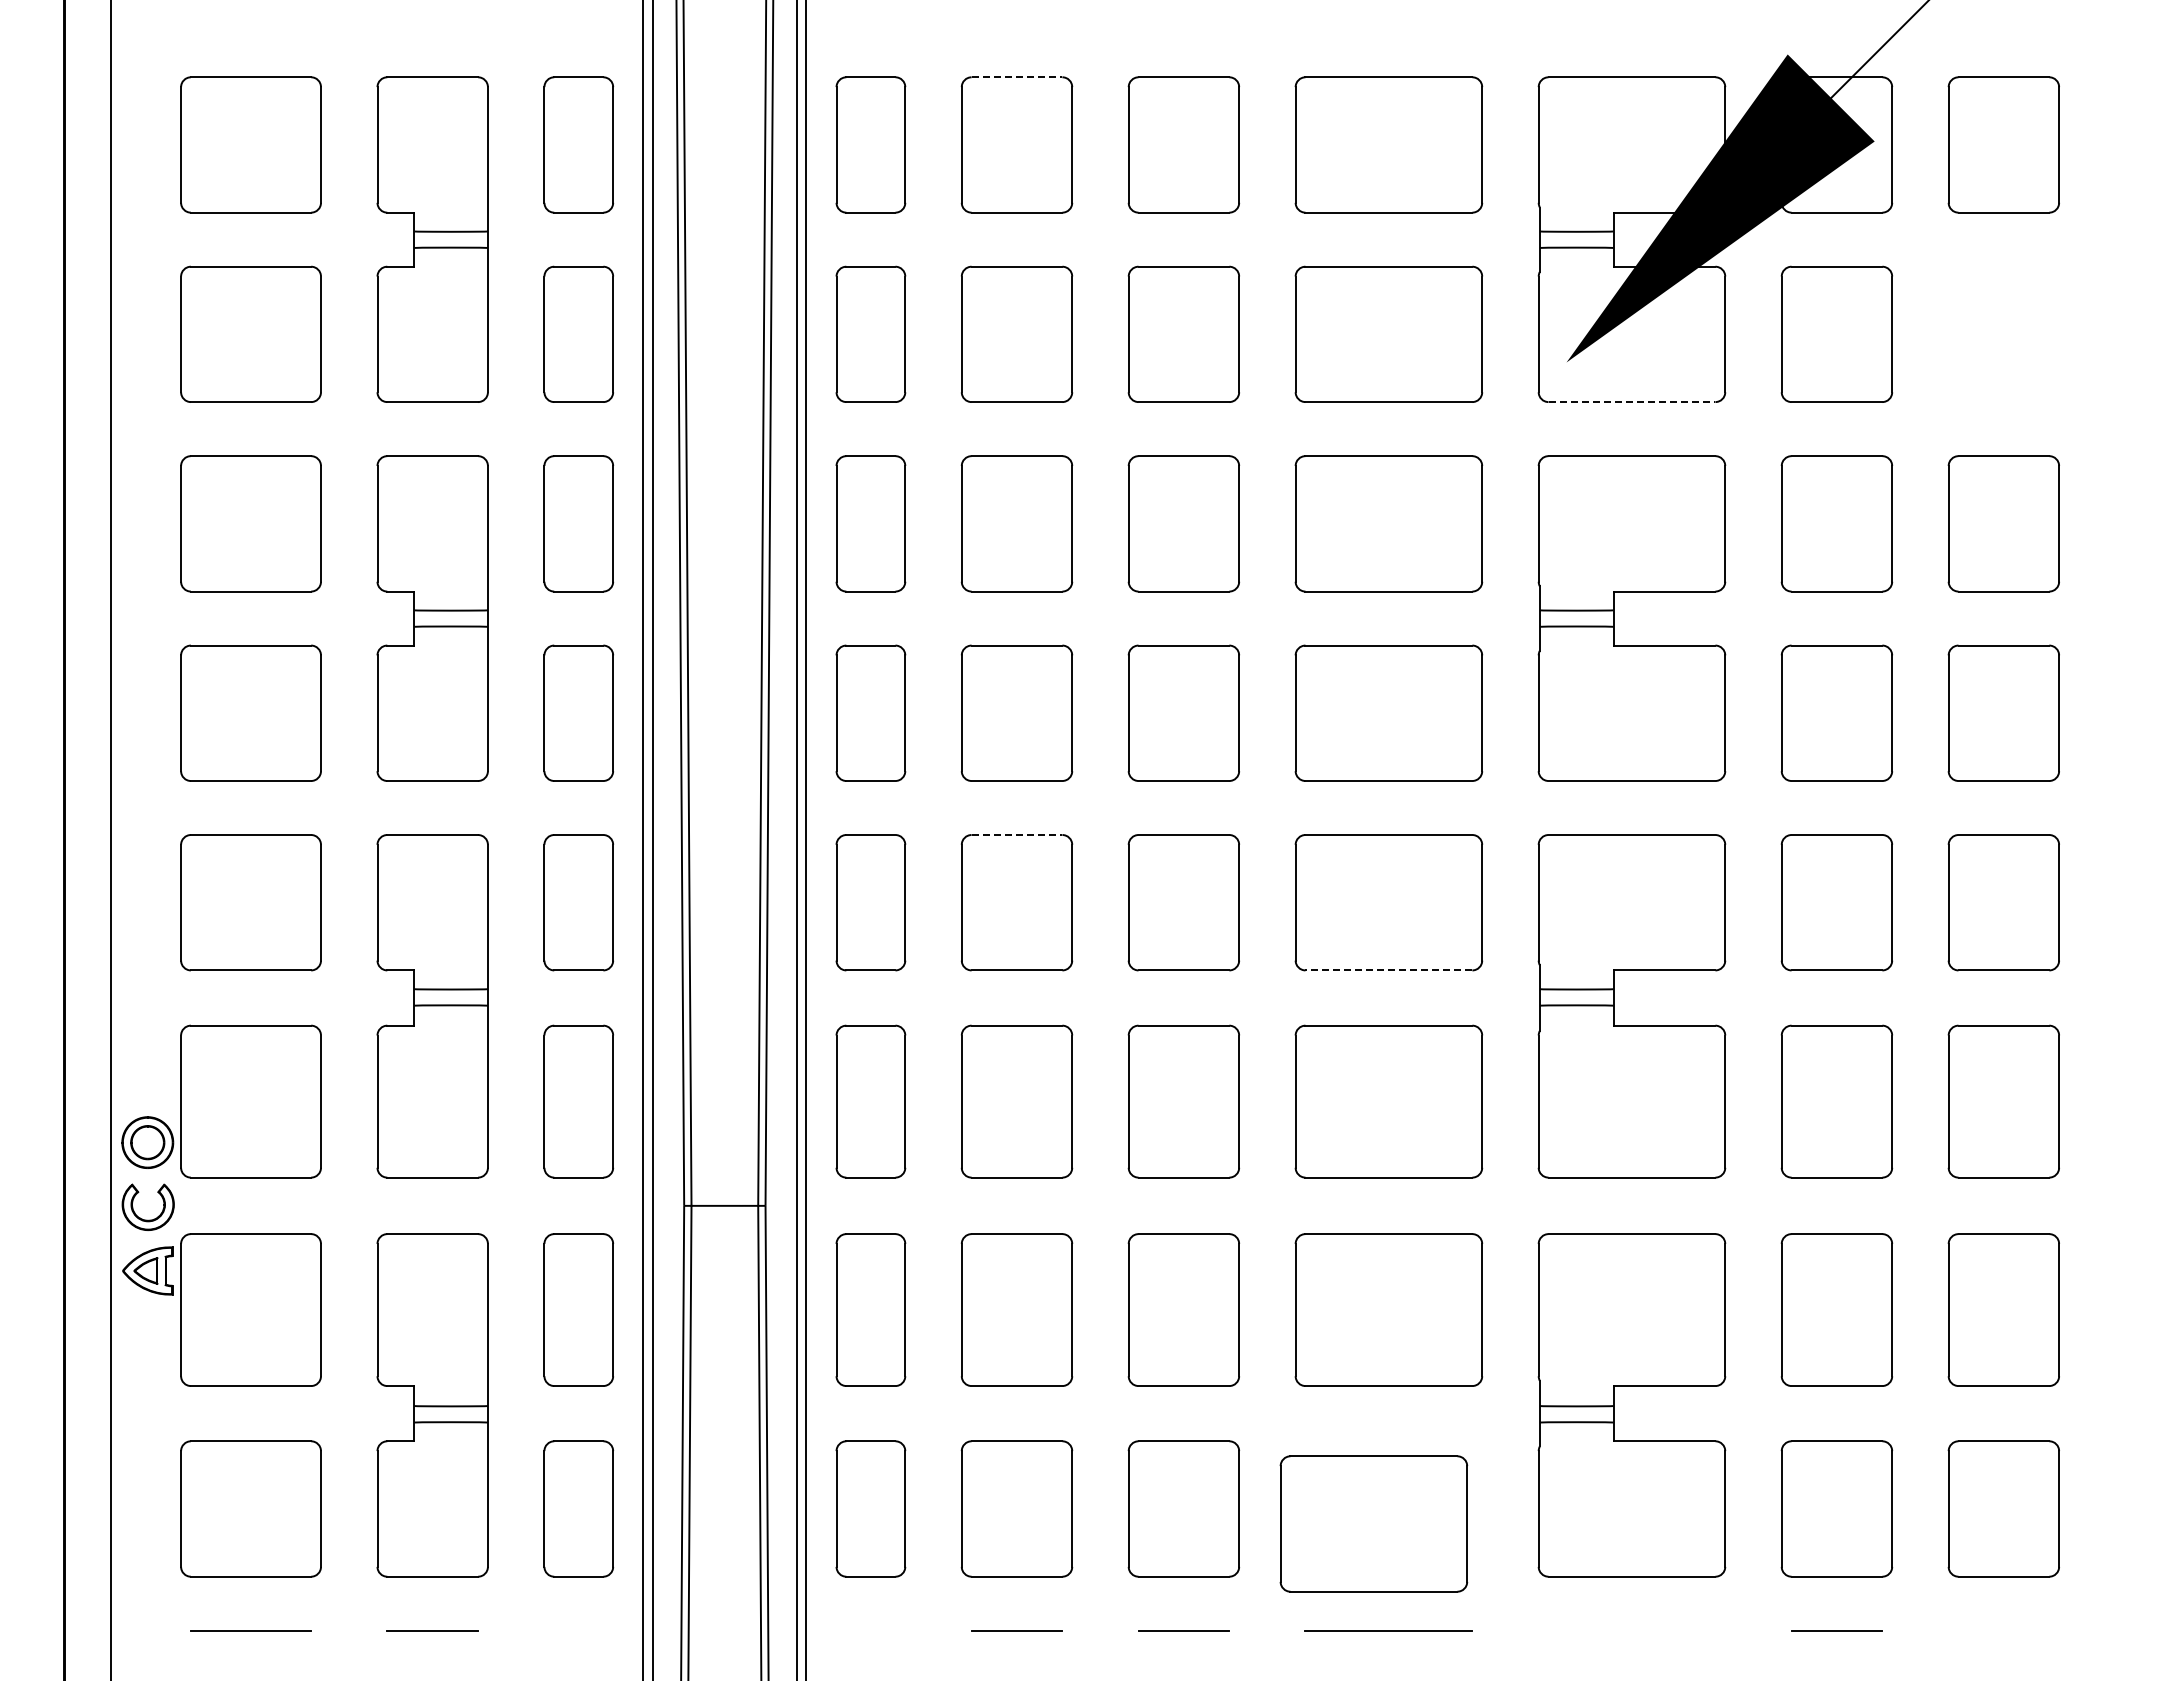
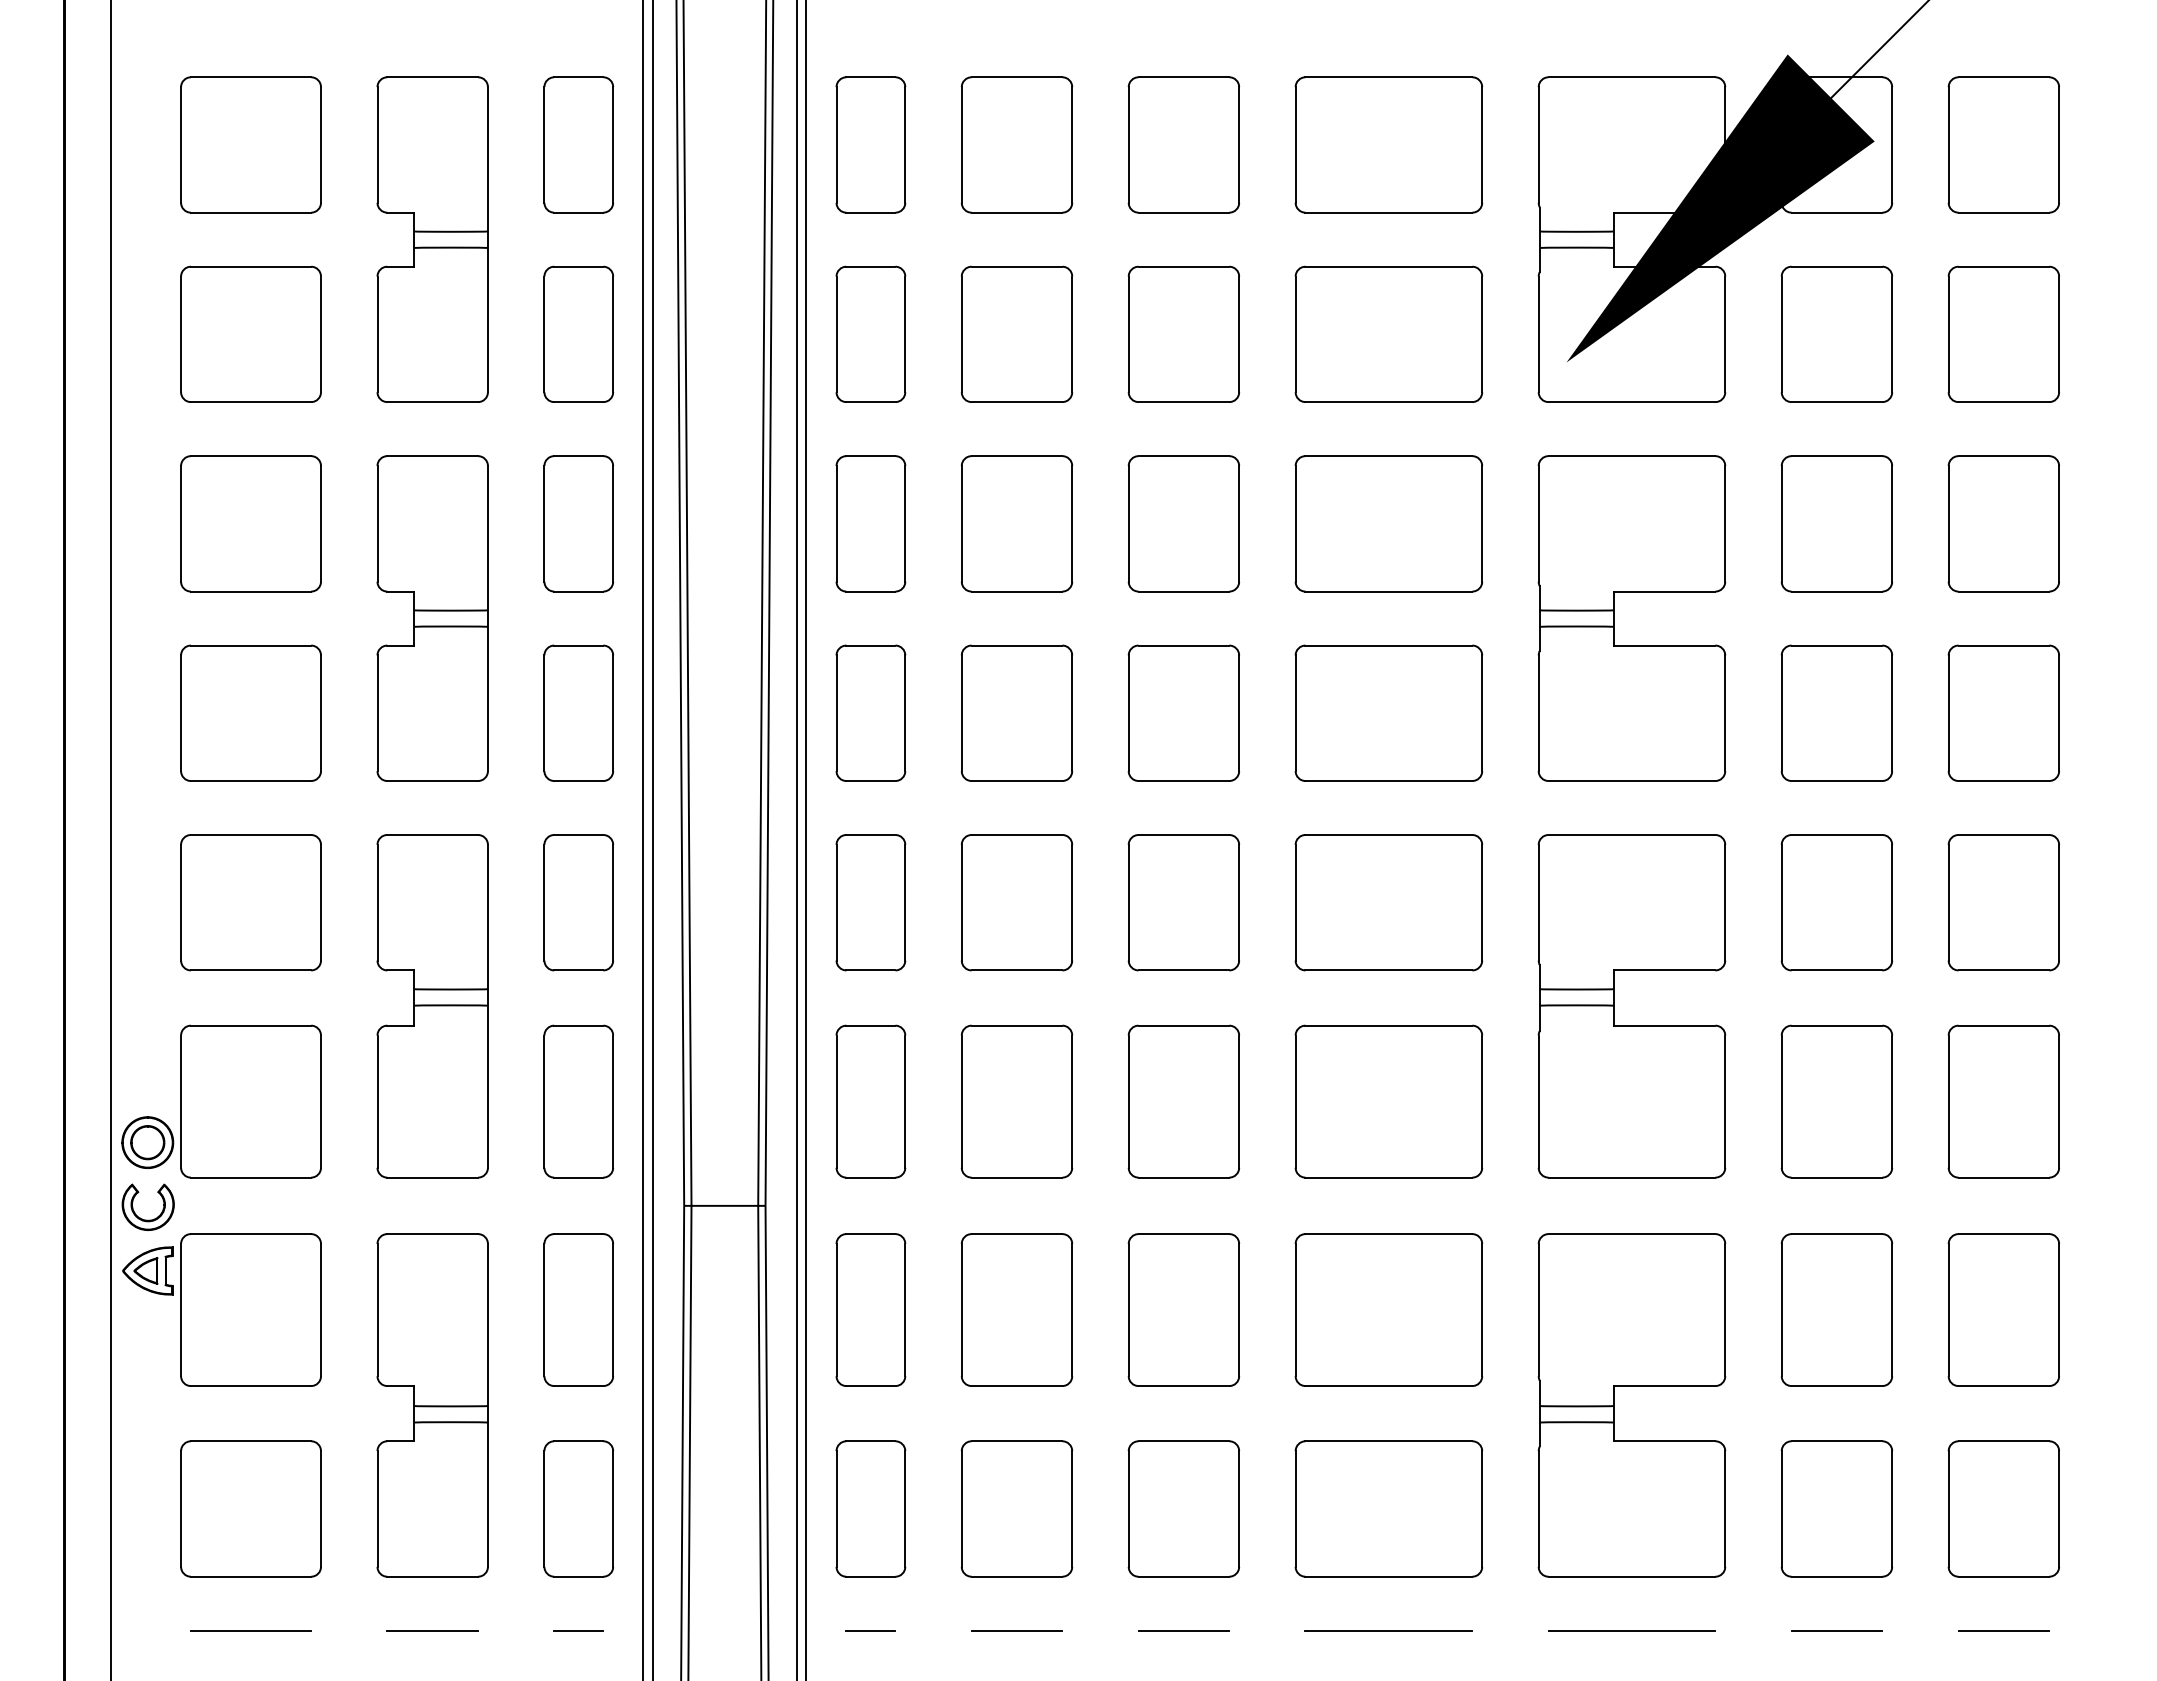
line at (1017, 77): dashed -> solid
part at (2003, 333): none -> present
line at (1632, 402): dashed -> solid
line at (1017, 835): dashed -> solid
line at (1388, 970): dashed -> solid
part at (1373, 1523) position: (1373, 1523) -> (1388, 1508)
line at (578, 1630): none -> present
line at (870, 1630): none -> present
line at (1631, 1630): none -> present
line at (2003, 1630): none -> present
